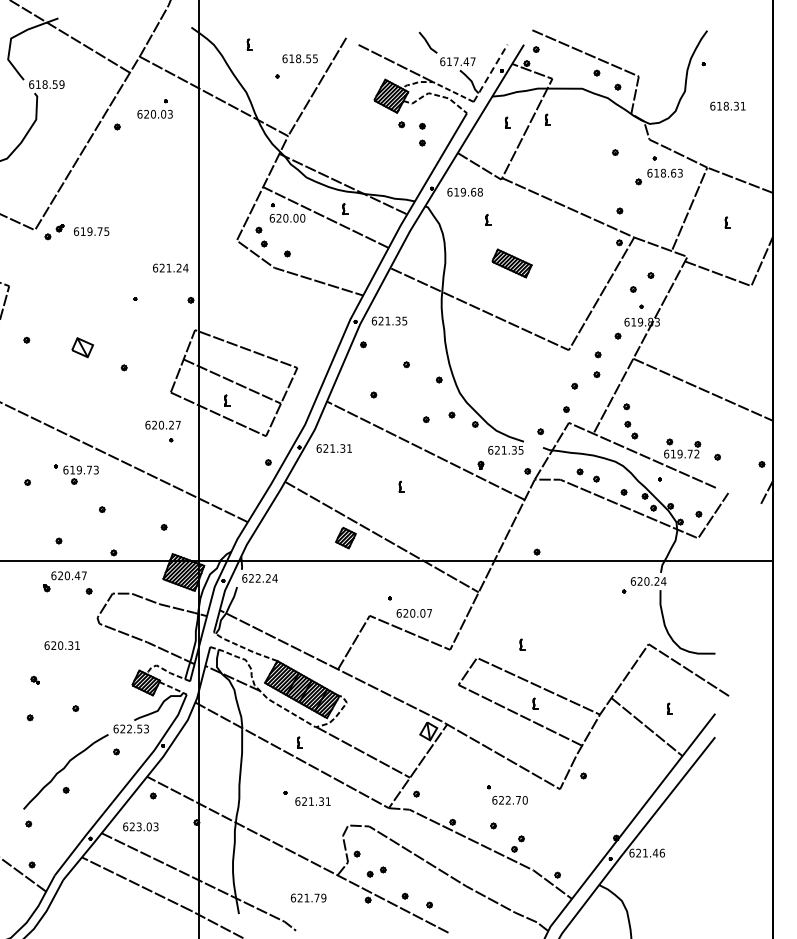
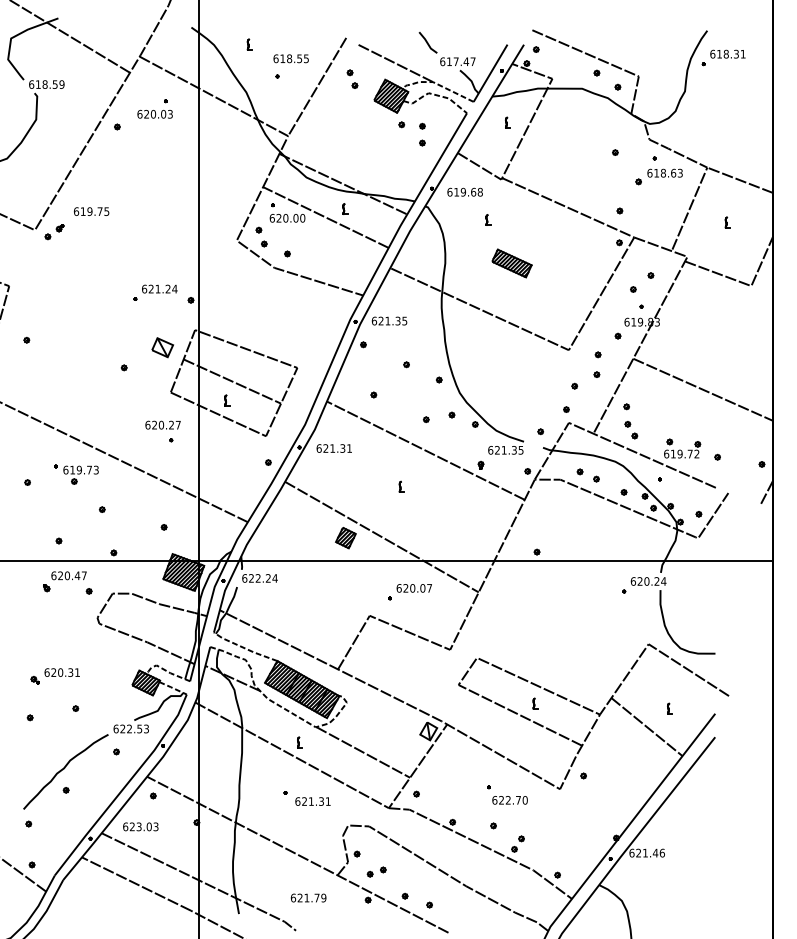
text at (299, 58) position: (299, 58) -> (290, 58)
line at (490, 72): dashed -> solid
part at (352, 78): none -> present
text at (727, 105) position: (727, 105) -> (727, 53)
part at (547, 119): present -> none
text at (91, 231) position: (91, 231) -> (91, 211)
text at (170, 267) position: (170, 267) -> (159, 288)
part at (82, 347) position: (82, 347) -> (162, 347)
text at (413, 613) position: (413, 613) -> (413, 588)
part at (522, 644): present -> none
text at (61, 645) position: (61, 645) -> (61, 672)
